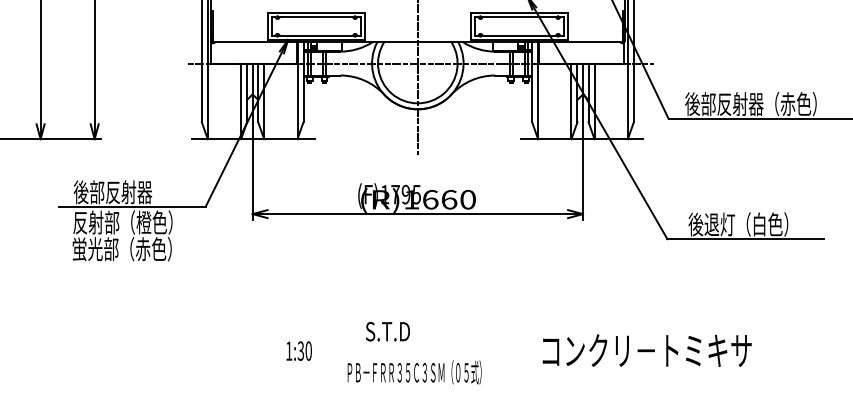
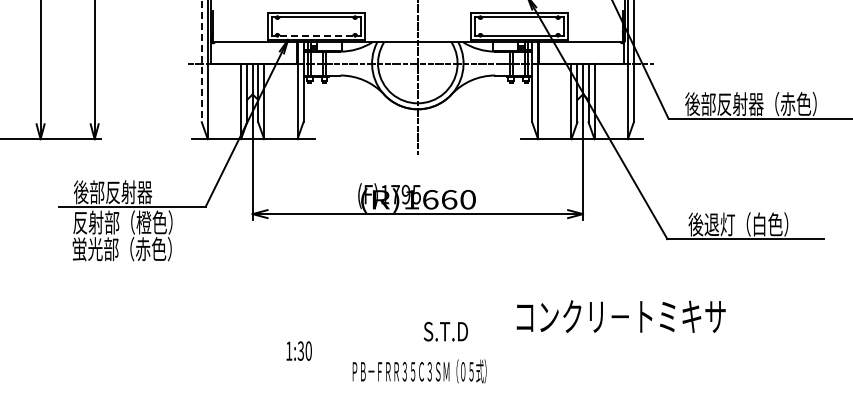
line at (316, 35): solid -> dashed
line at (201, 61): solid -> dashed
text at (387, 331) position: (387, 331) -> (445, 331)
text at (646, 350) position: (646, 350) -> (620, 316)
text at (414, 372) position: (414, 372) -> (419, 371)
